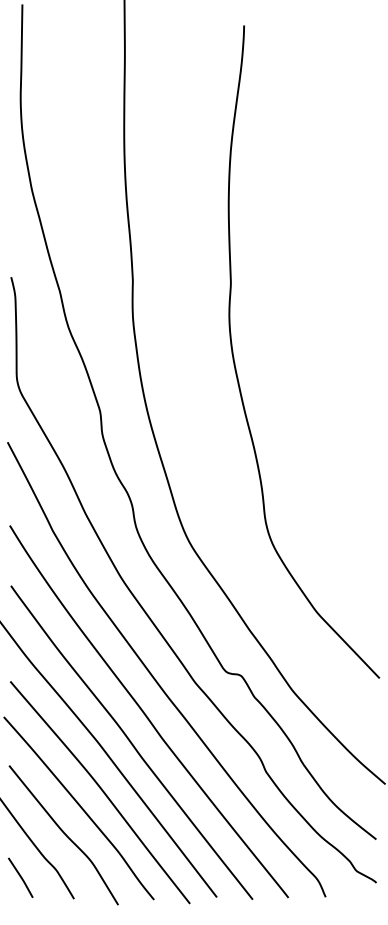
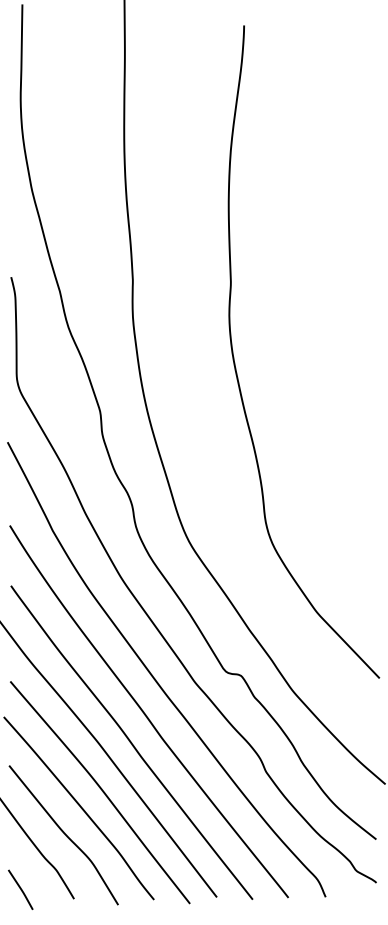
line at (20, 877) position: (20, 877) -> (20, 889)
